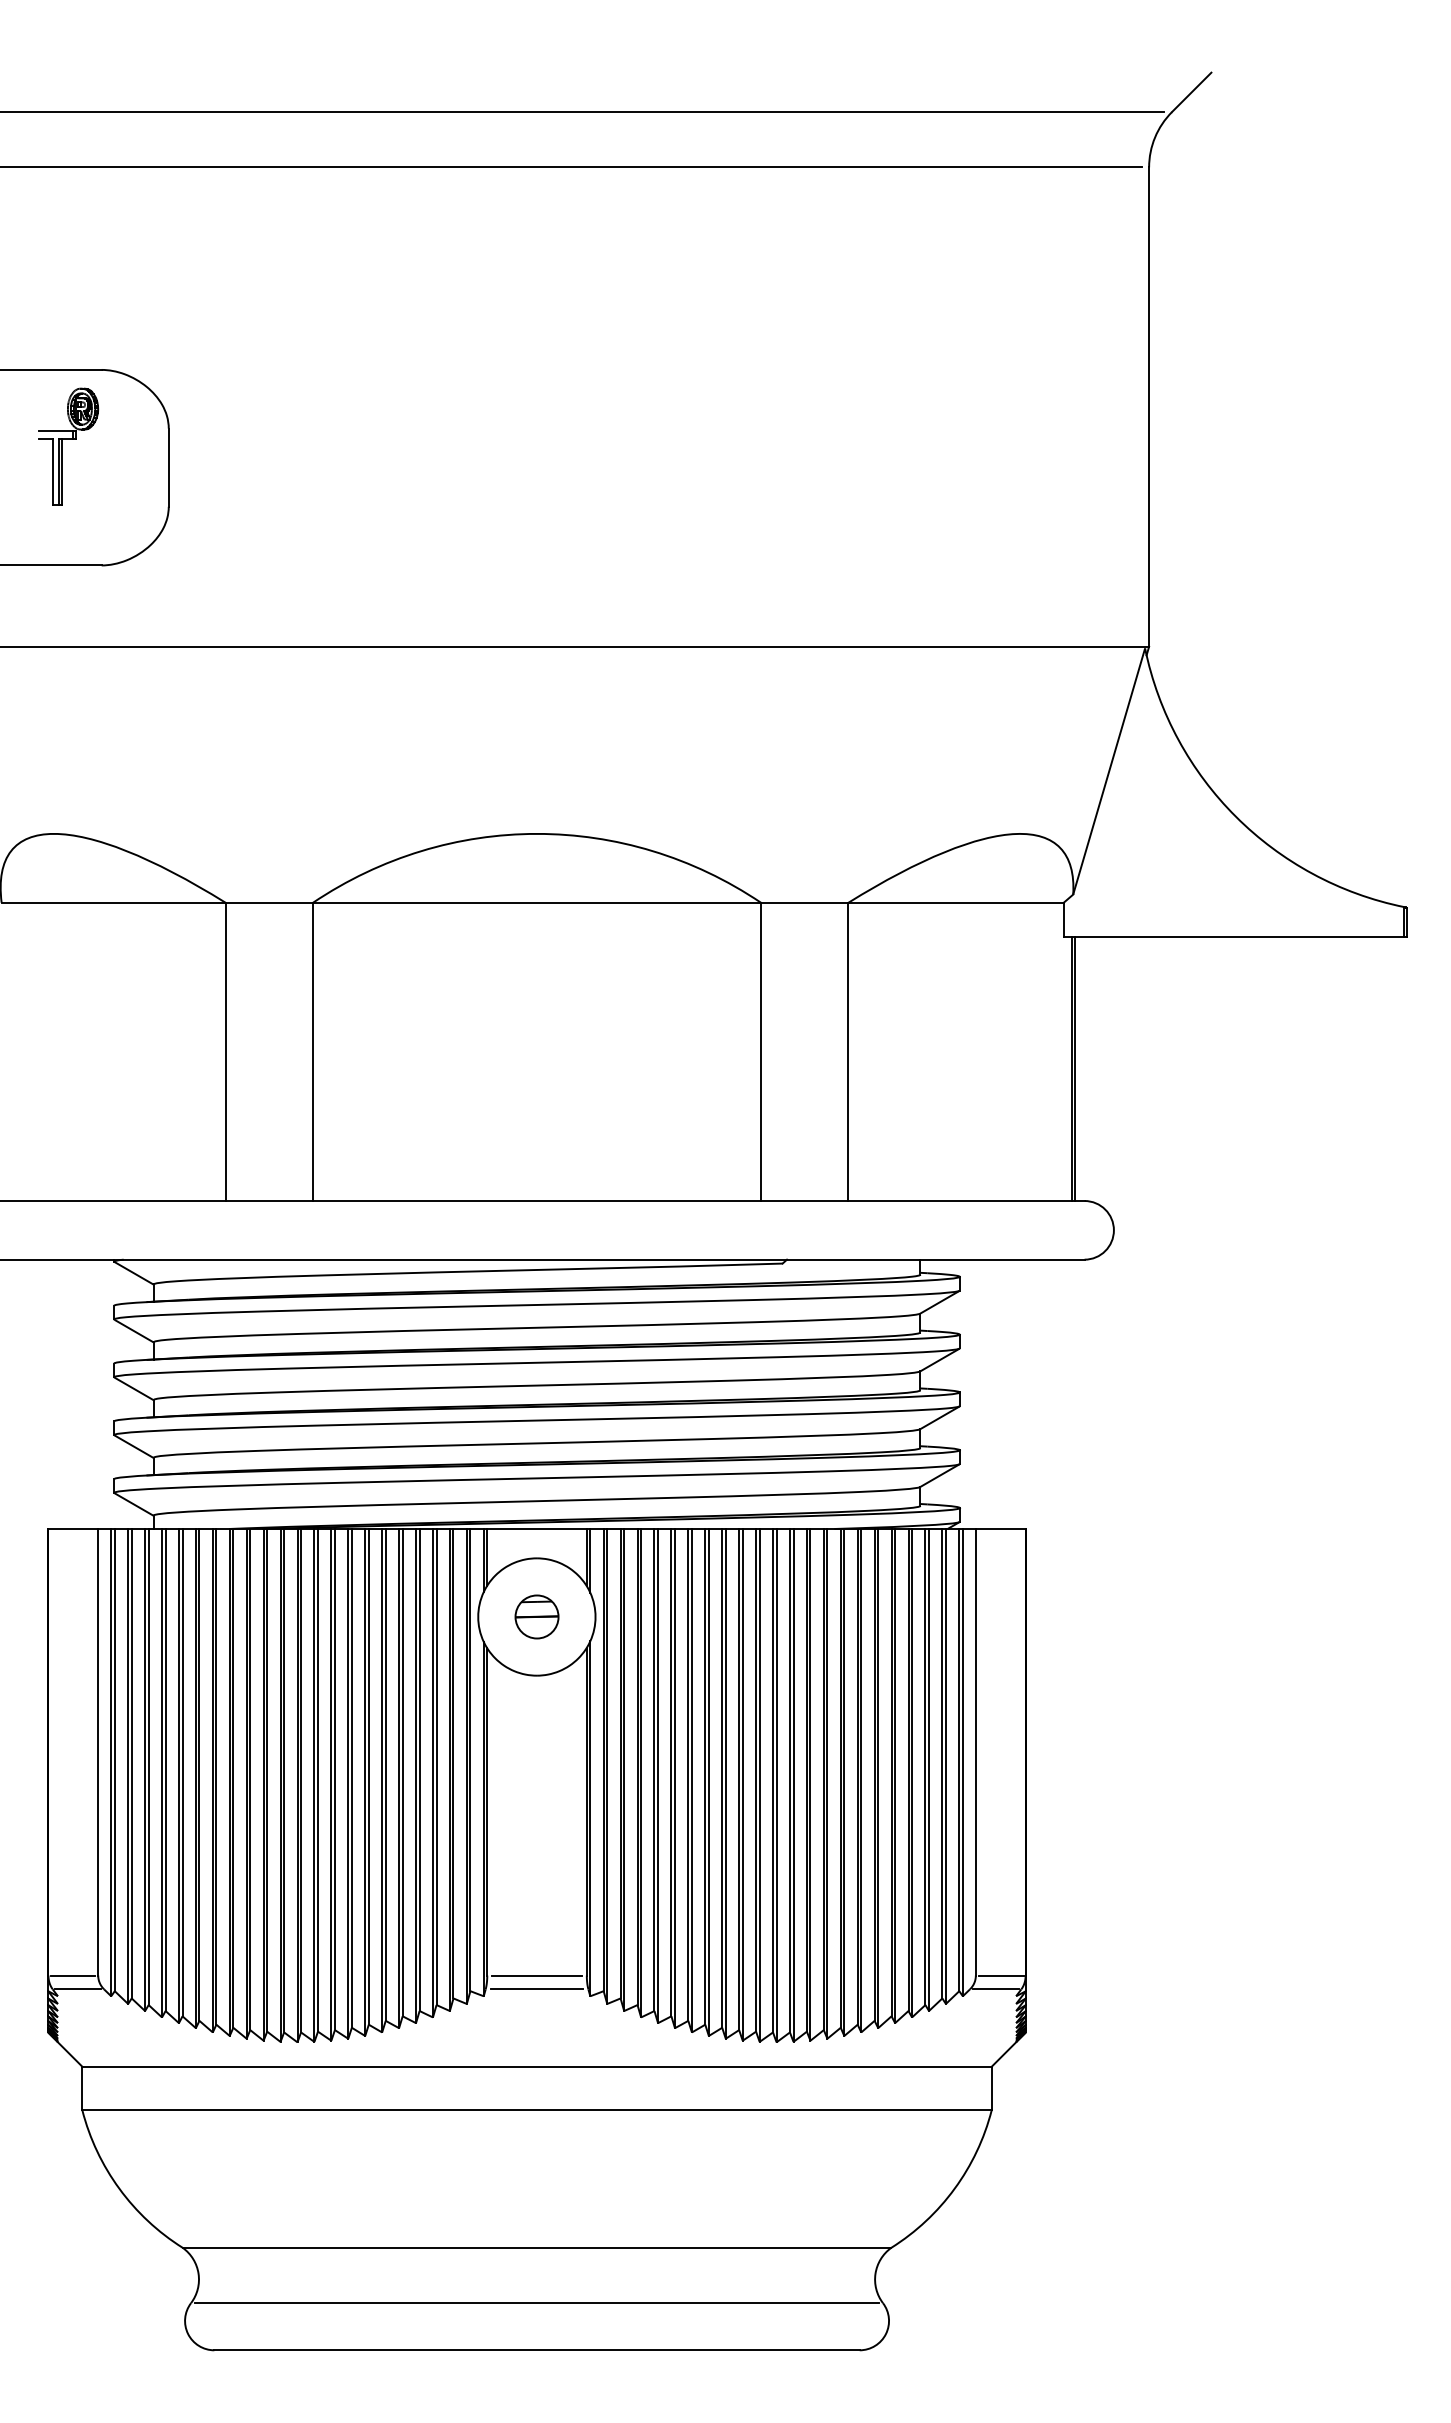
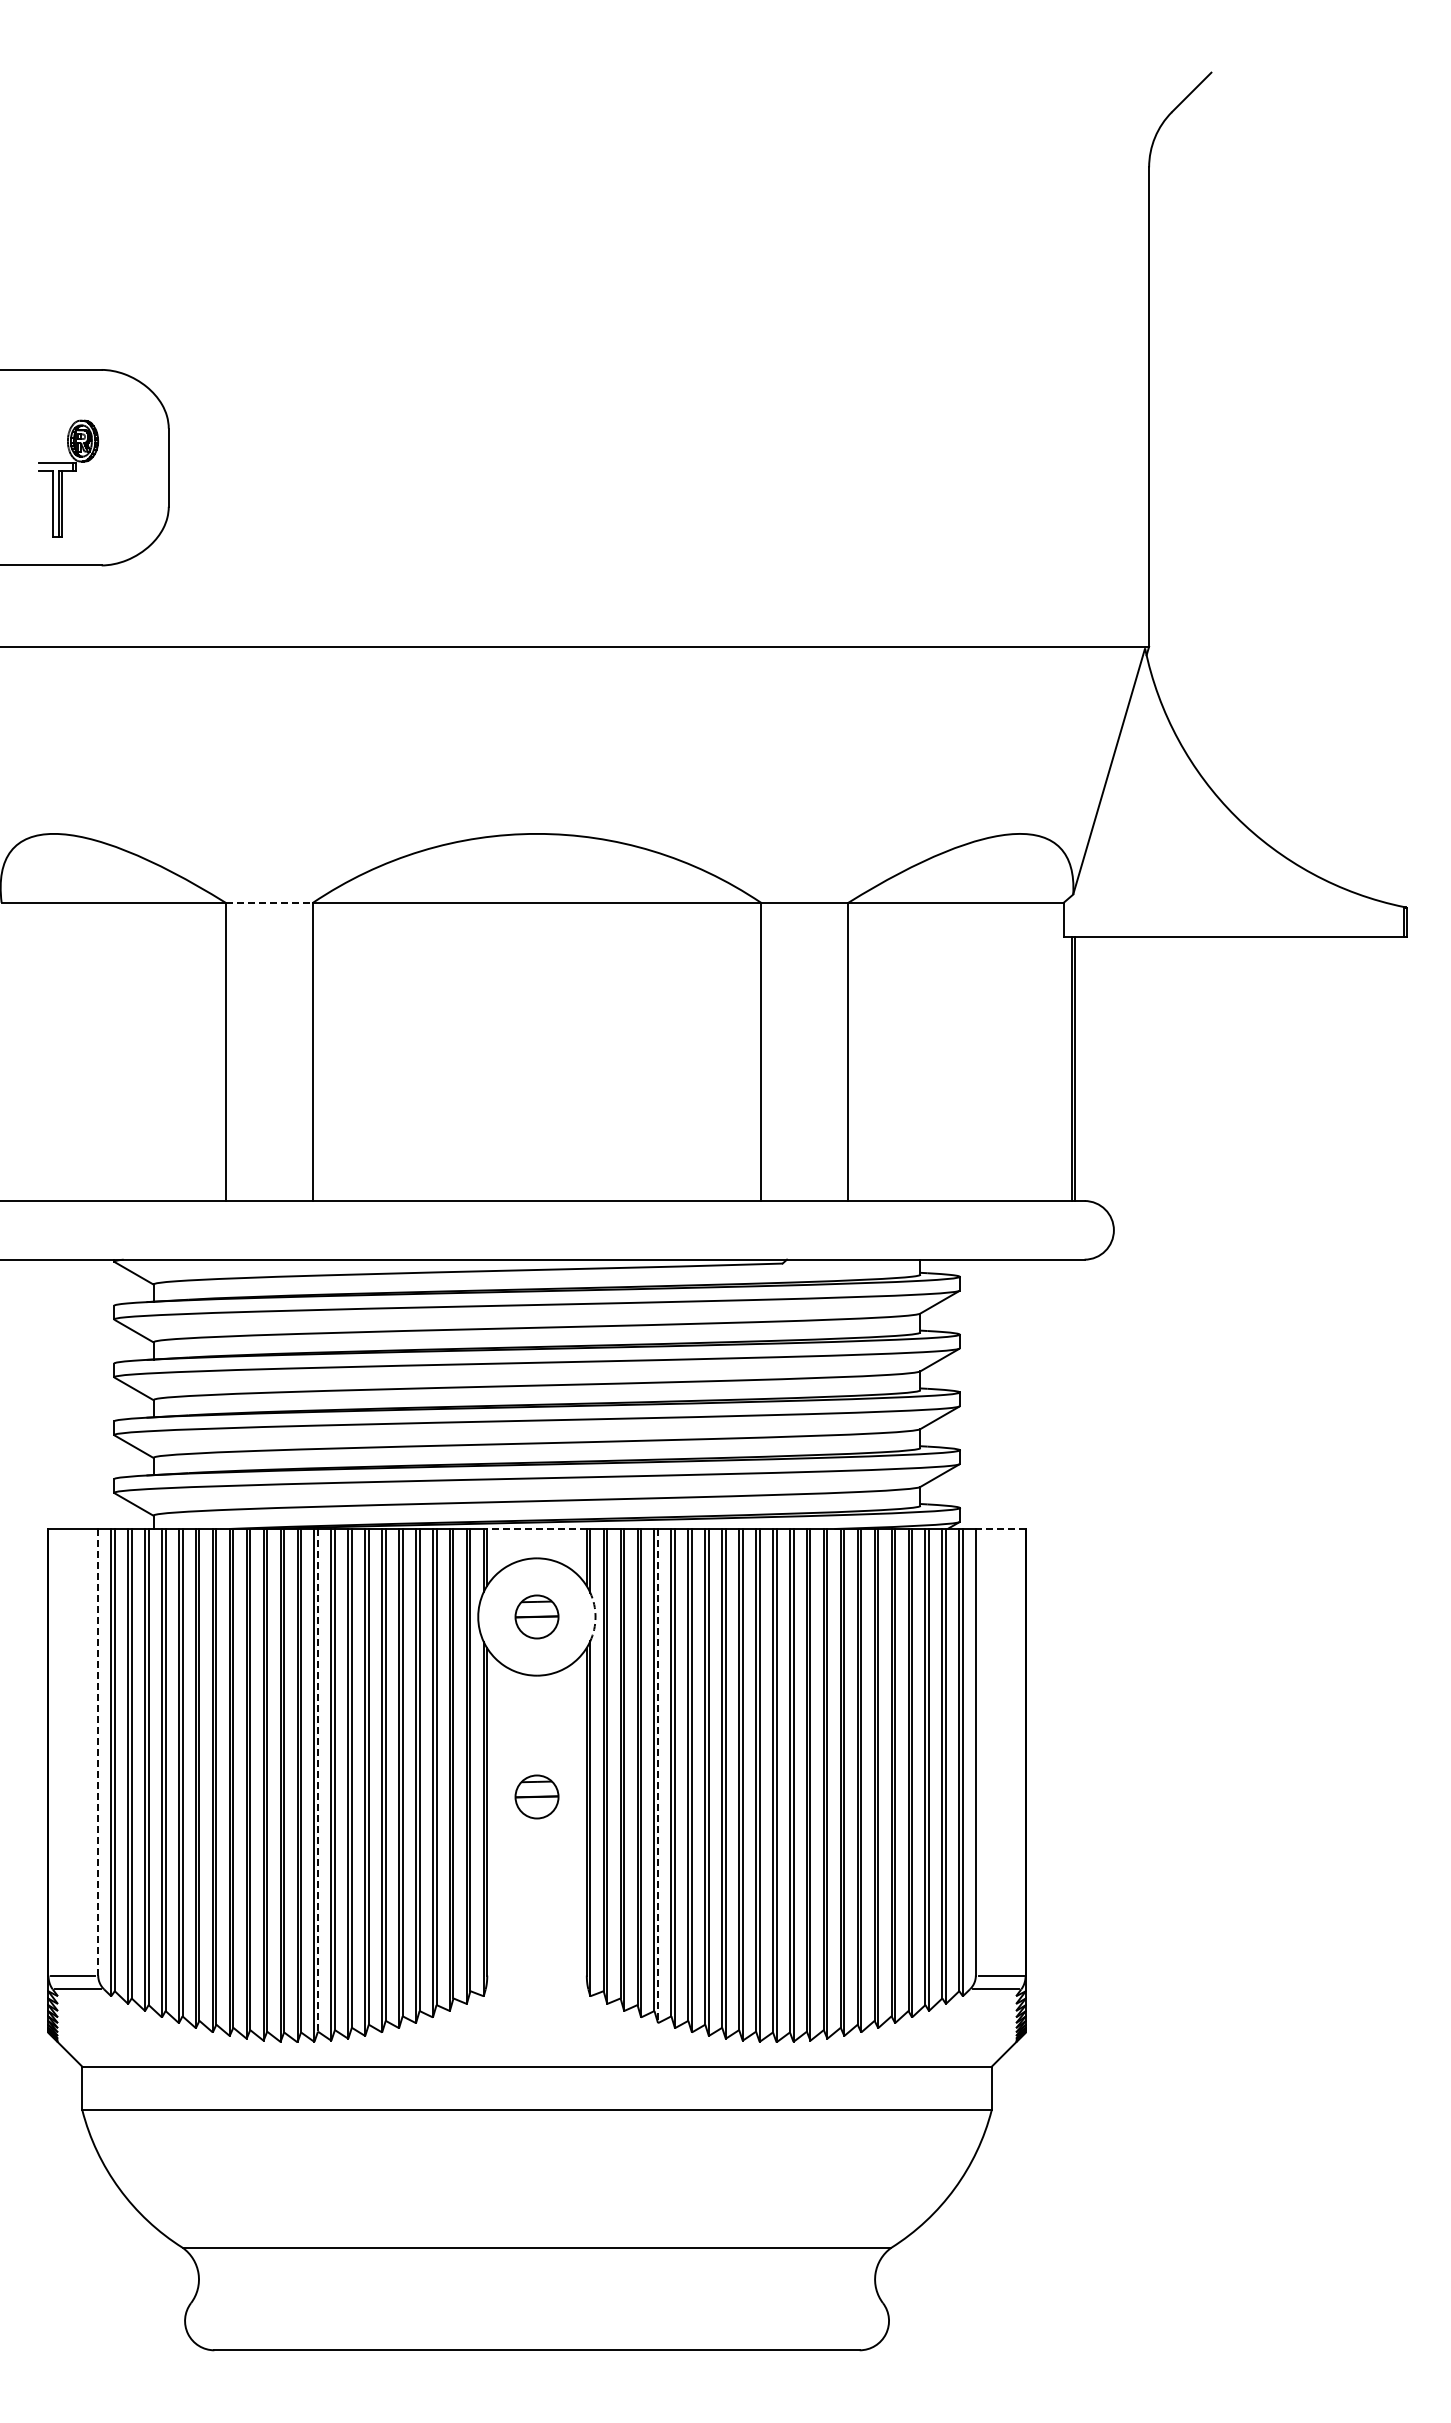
line at (583, 112): present -> none
line at (571, 167): present -> none
part at (68, 446) position: (68, 446) -> (68, 478)
line at (269, 902): solid -> dashed
line at (537, 1529): solid -> dashed
line at (1000, 1529): solid -> dashed
arc at (595, 1617): solid -> dashed
line at (98, 1751): solid -> dashed
line at (658, 1776): solid -> dashed
line at (318, 1780): solid -> dashed
part at (536, 1796): none -> present
line at (536, 1975): present -> none
line at (536, 1989): present -> none
line at (536, 2303): present -> none
